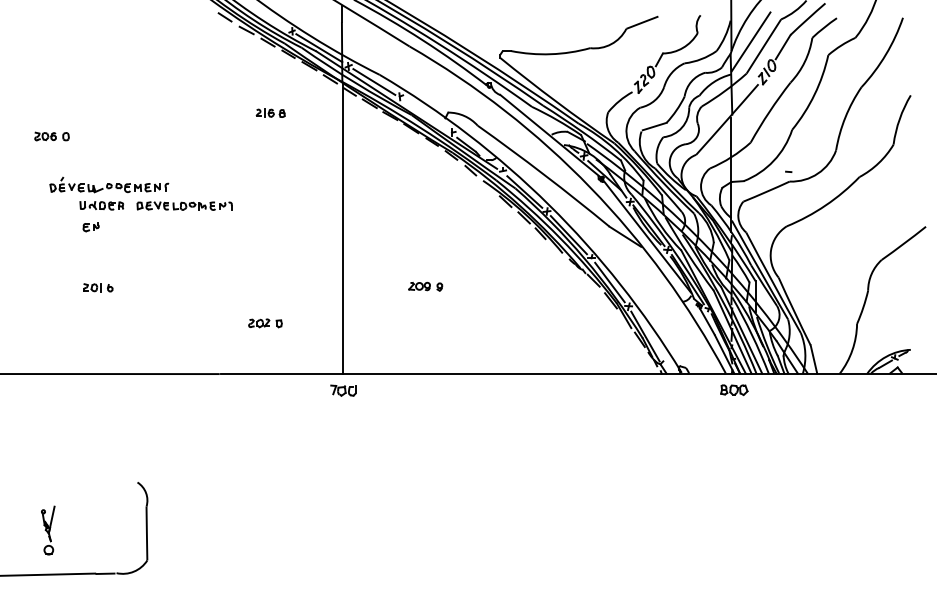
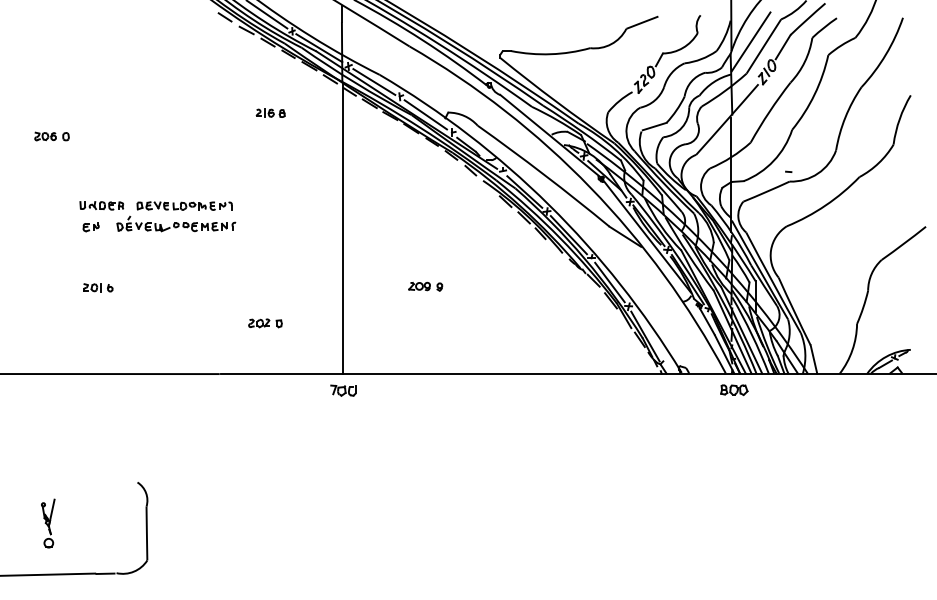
line at (268, 15): none -> present
line at (425, 114): none -> present
part at (109, 184) position: (109, 184) -> (176, 223)
part at (48, 530) position: (48, 530) -> (48, 523)
